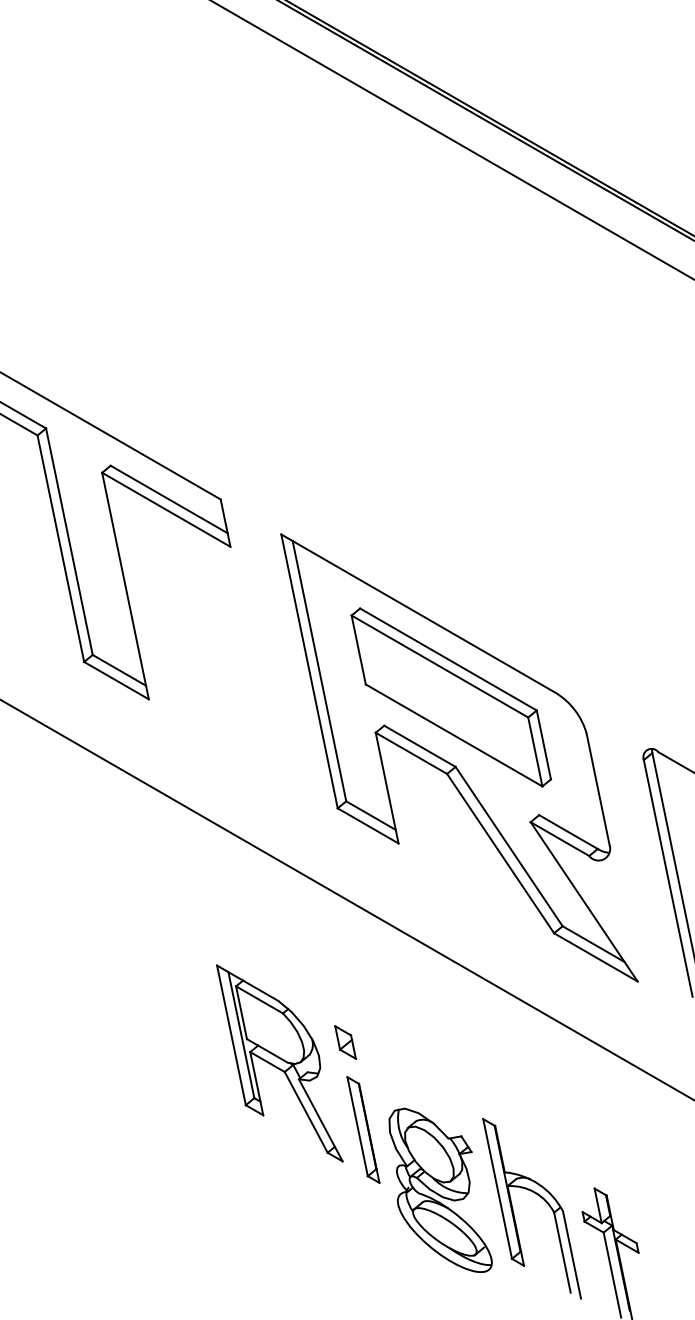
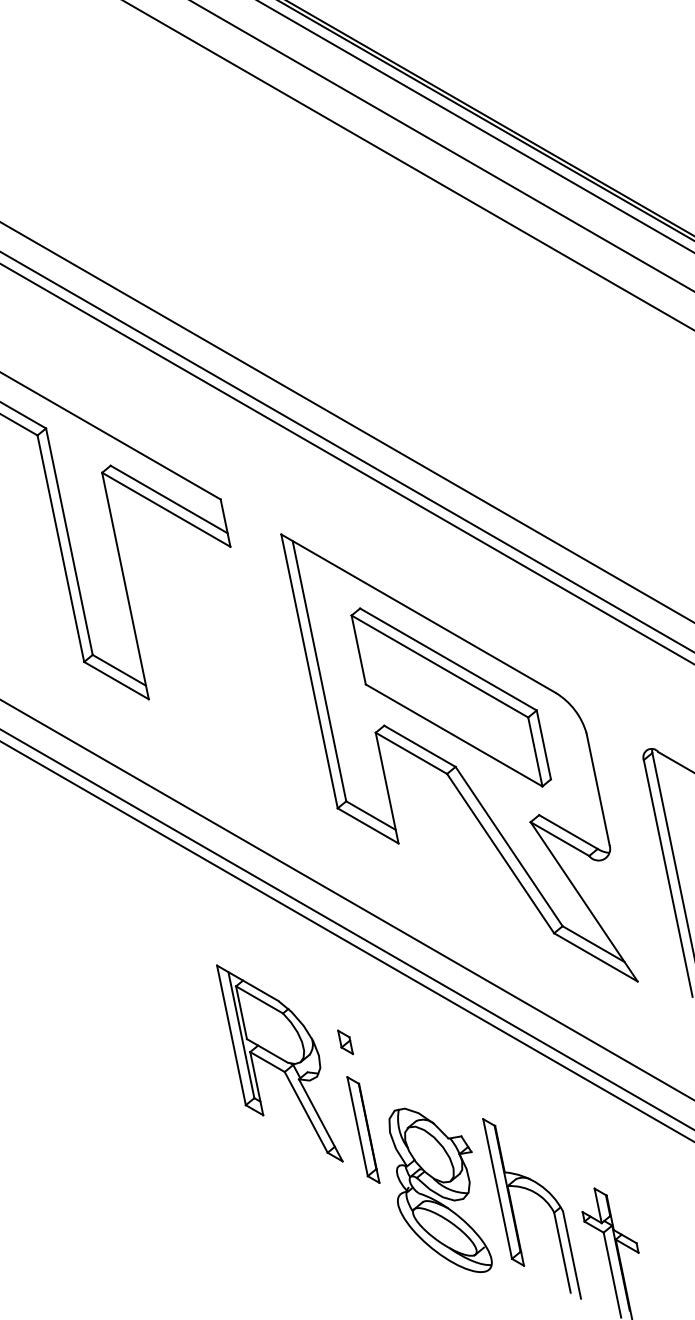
line at (475, 126): none -> present
line at (452, 140) position: (452, 140) -> (441, 146)
line at (408, 165): none -> present
line at (346, 422): none -> present
line at (346, 451): none -> present
line at (346, 463): none -> present
line at (346, 929): none -> present
line at (346, 941): none -> present
part at (345, 1042) size: 23x35 px -> 17x26 px
